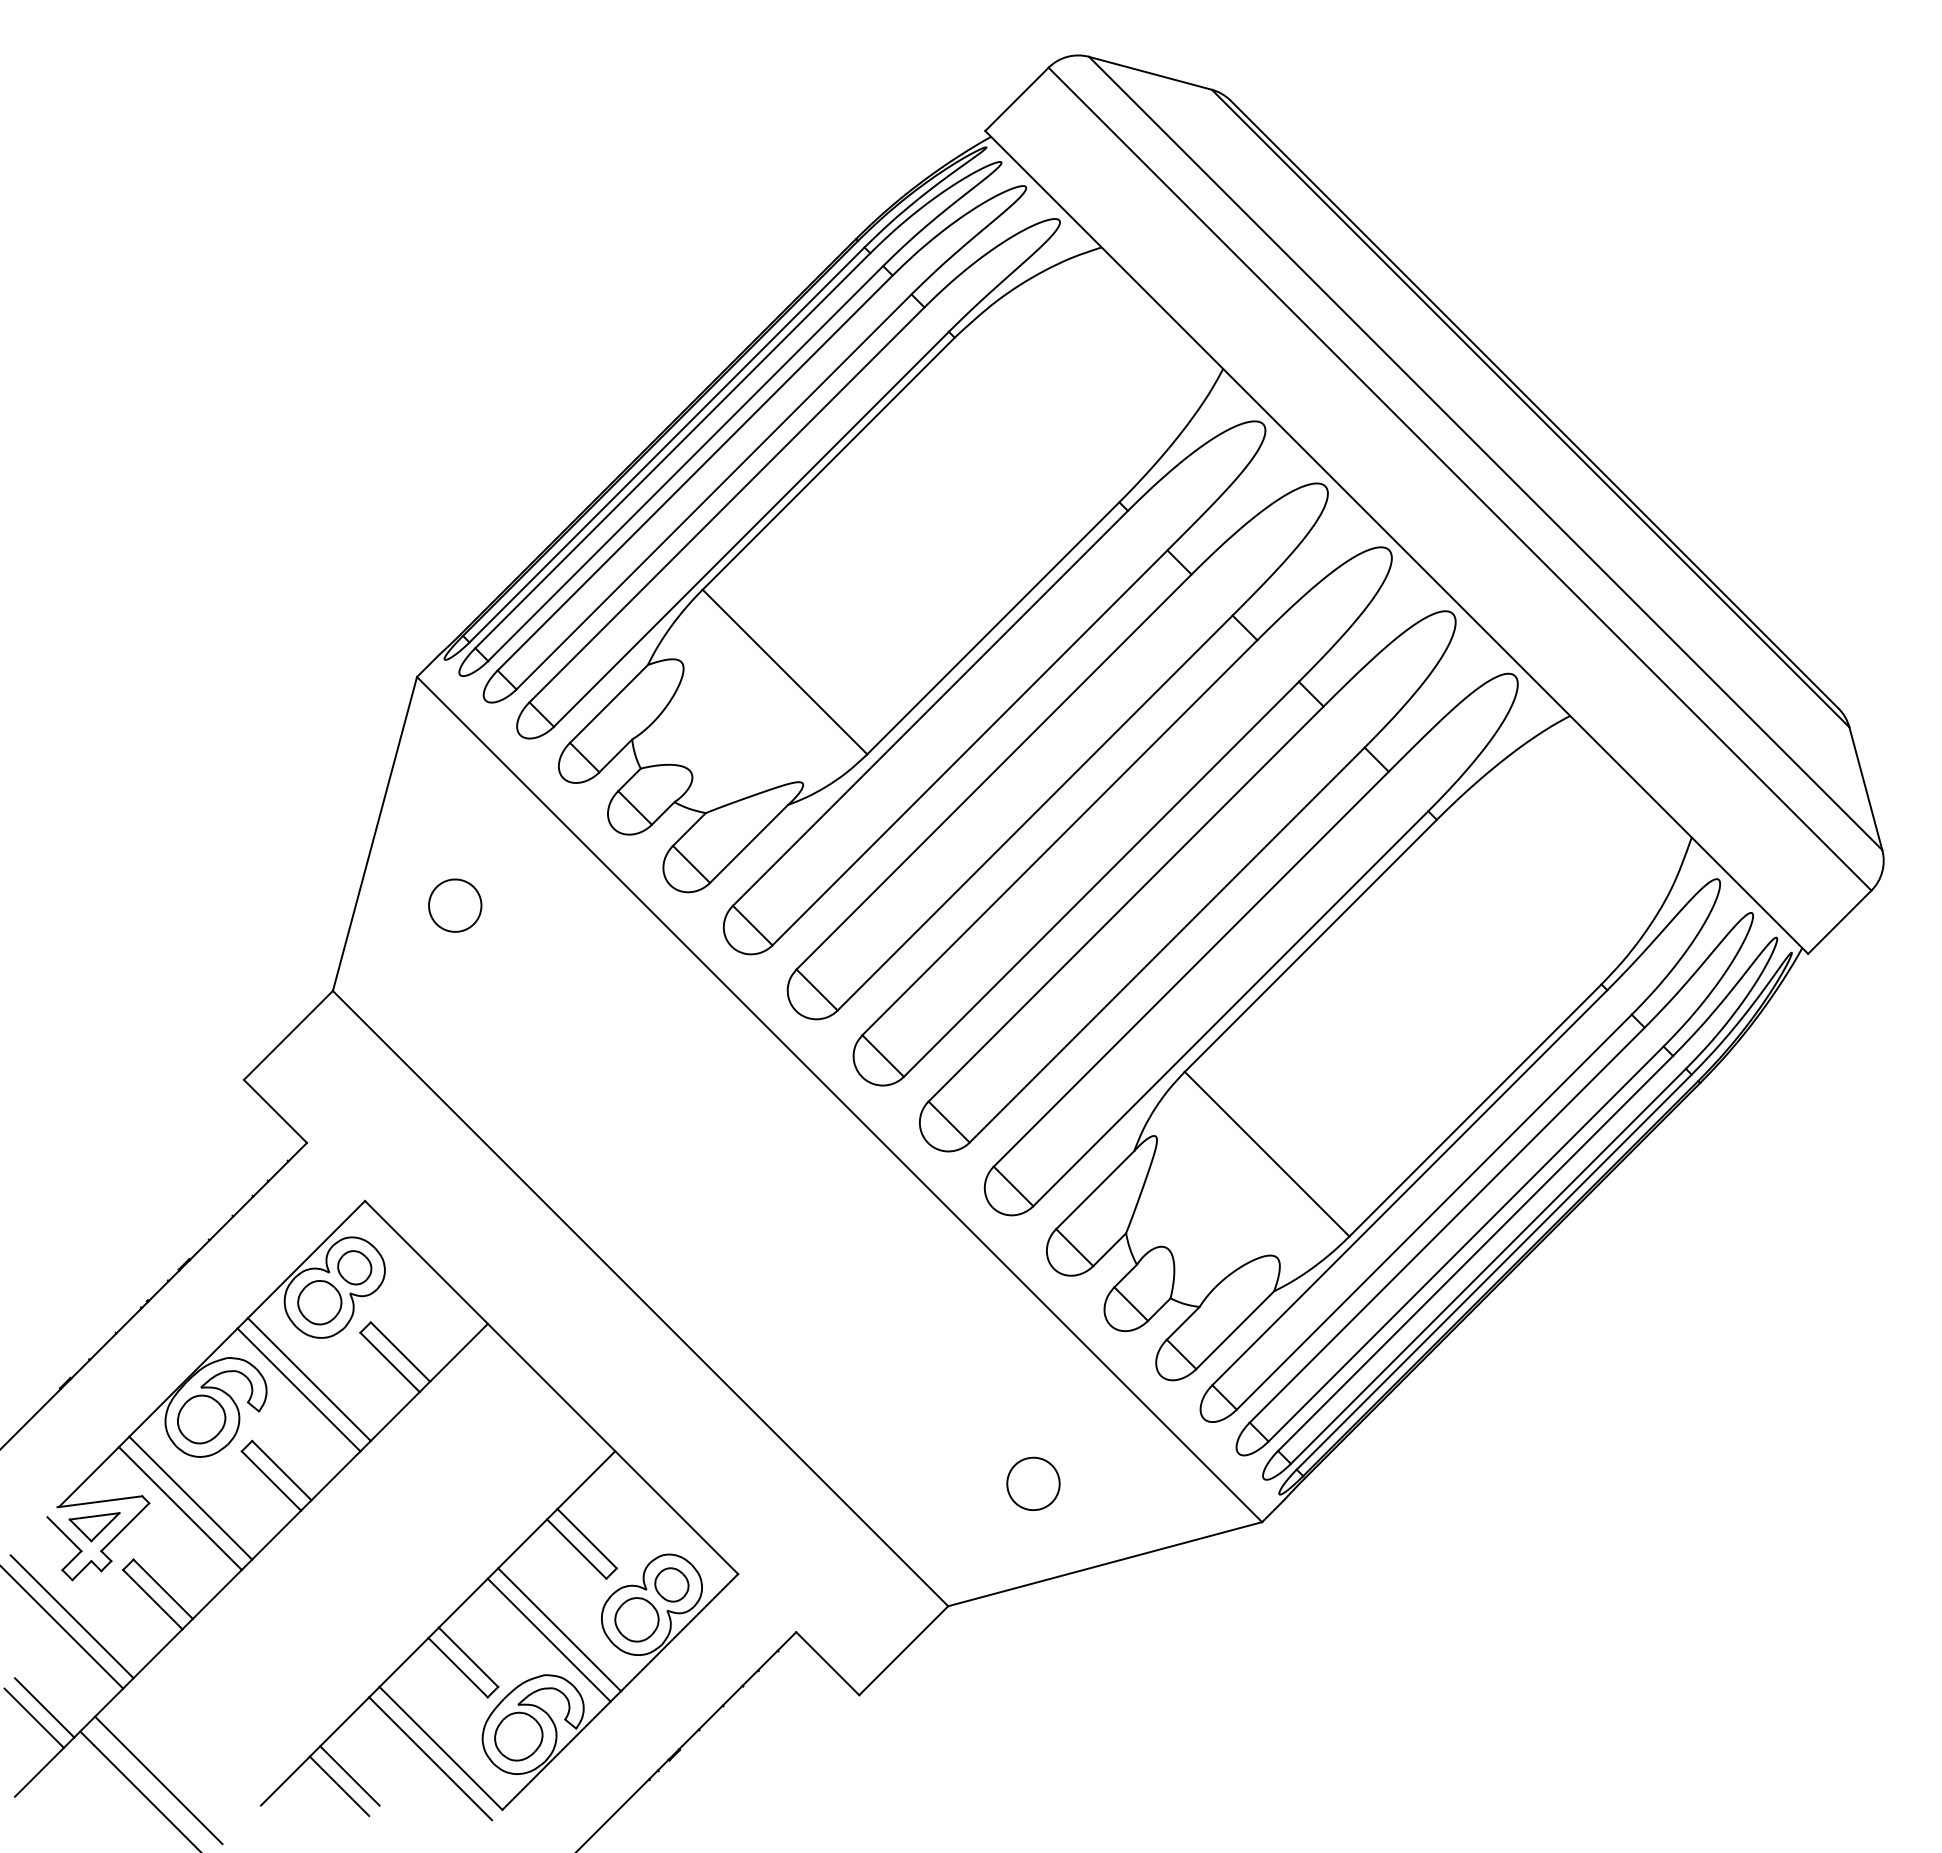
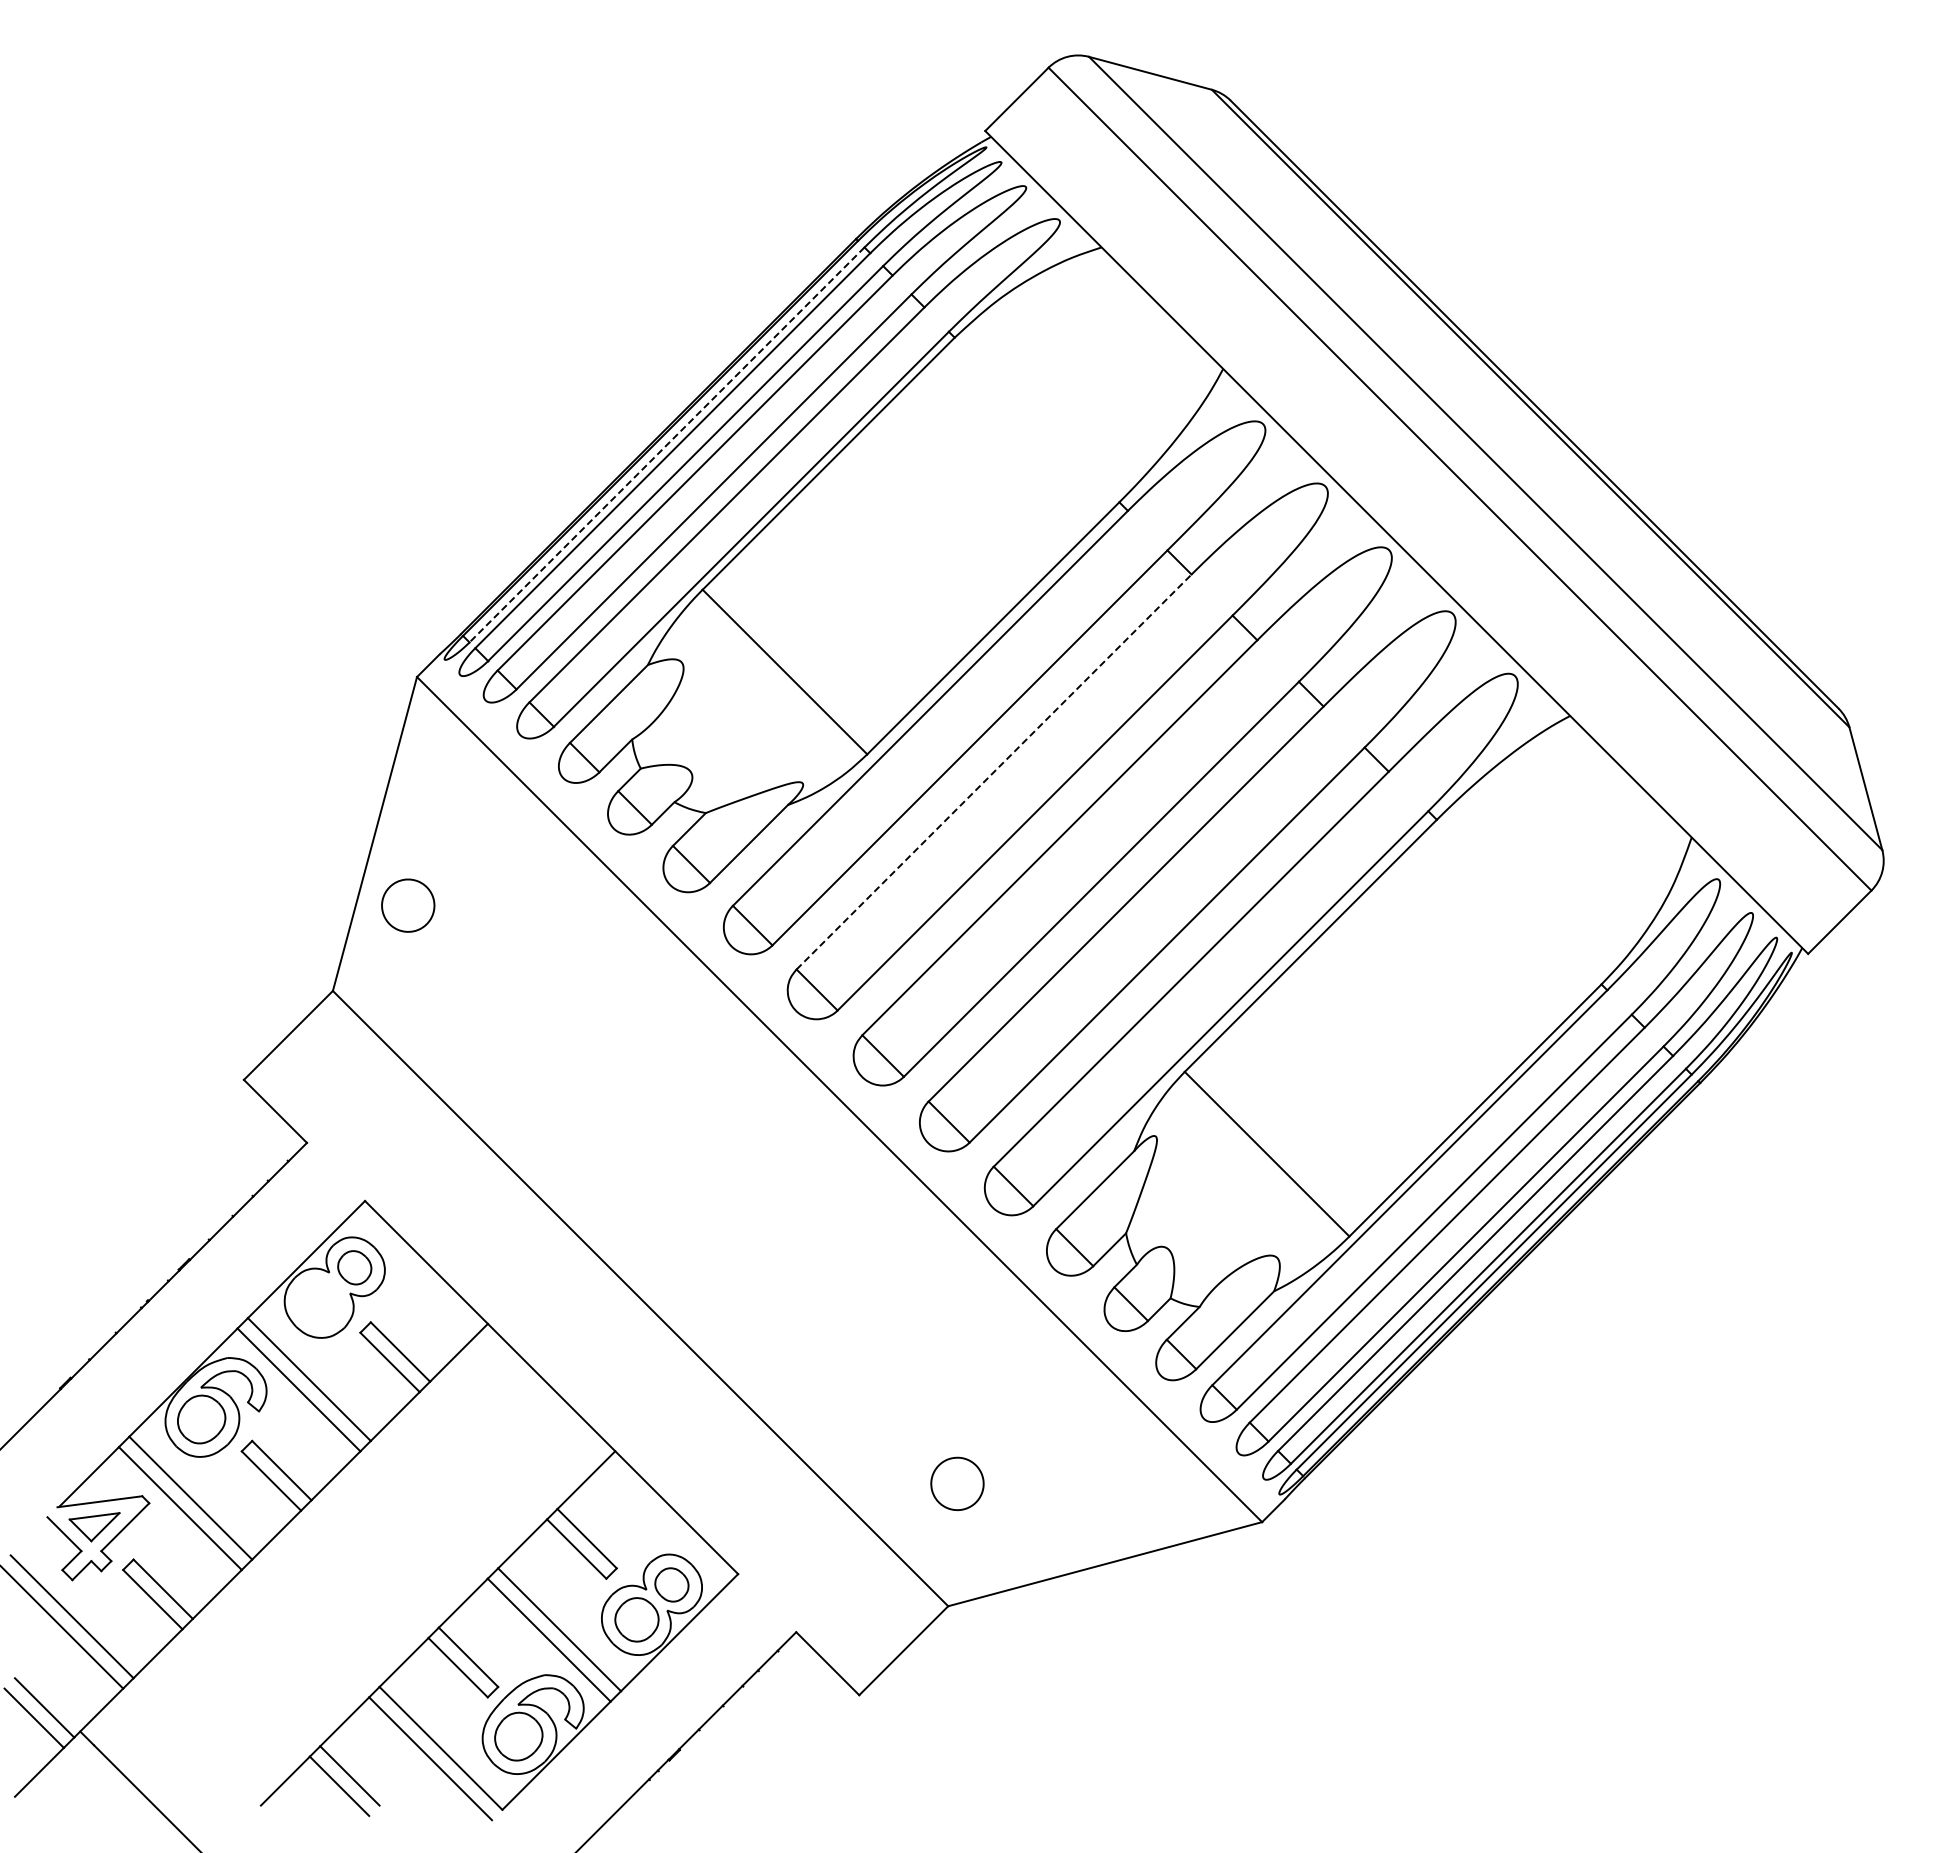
line at (666, 445): solid -> dashed
line at (994, 771): solid -> dashed
part at (455, 905) position: (455, 905) -> (408, 905)
part at (319, 1302): present -> none
part at (1033, 1483) position: (1033, 1483) -> (957, 1483)
line at (158, 1780): present -> none
